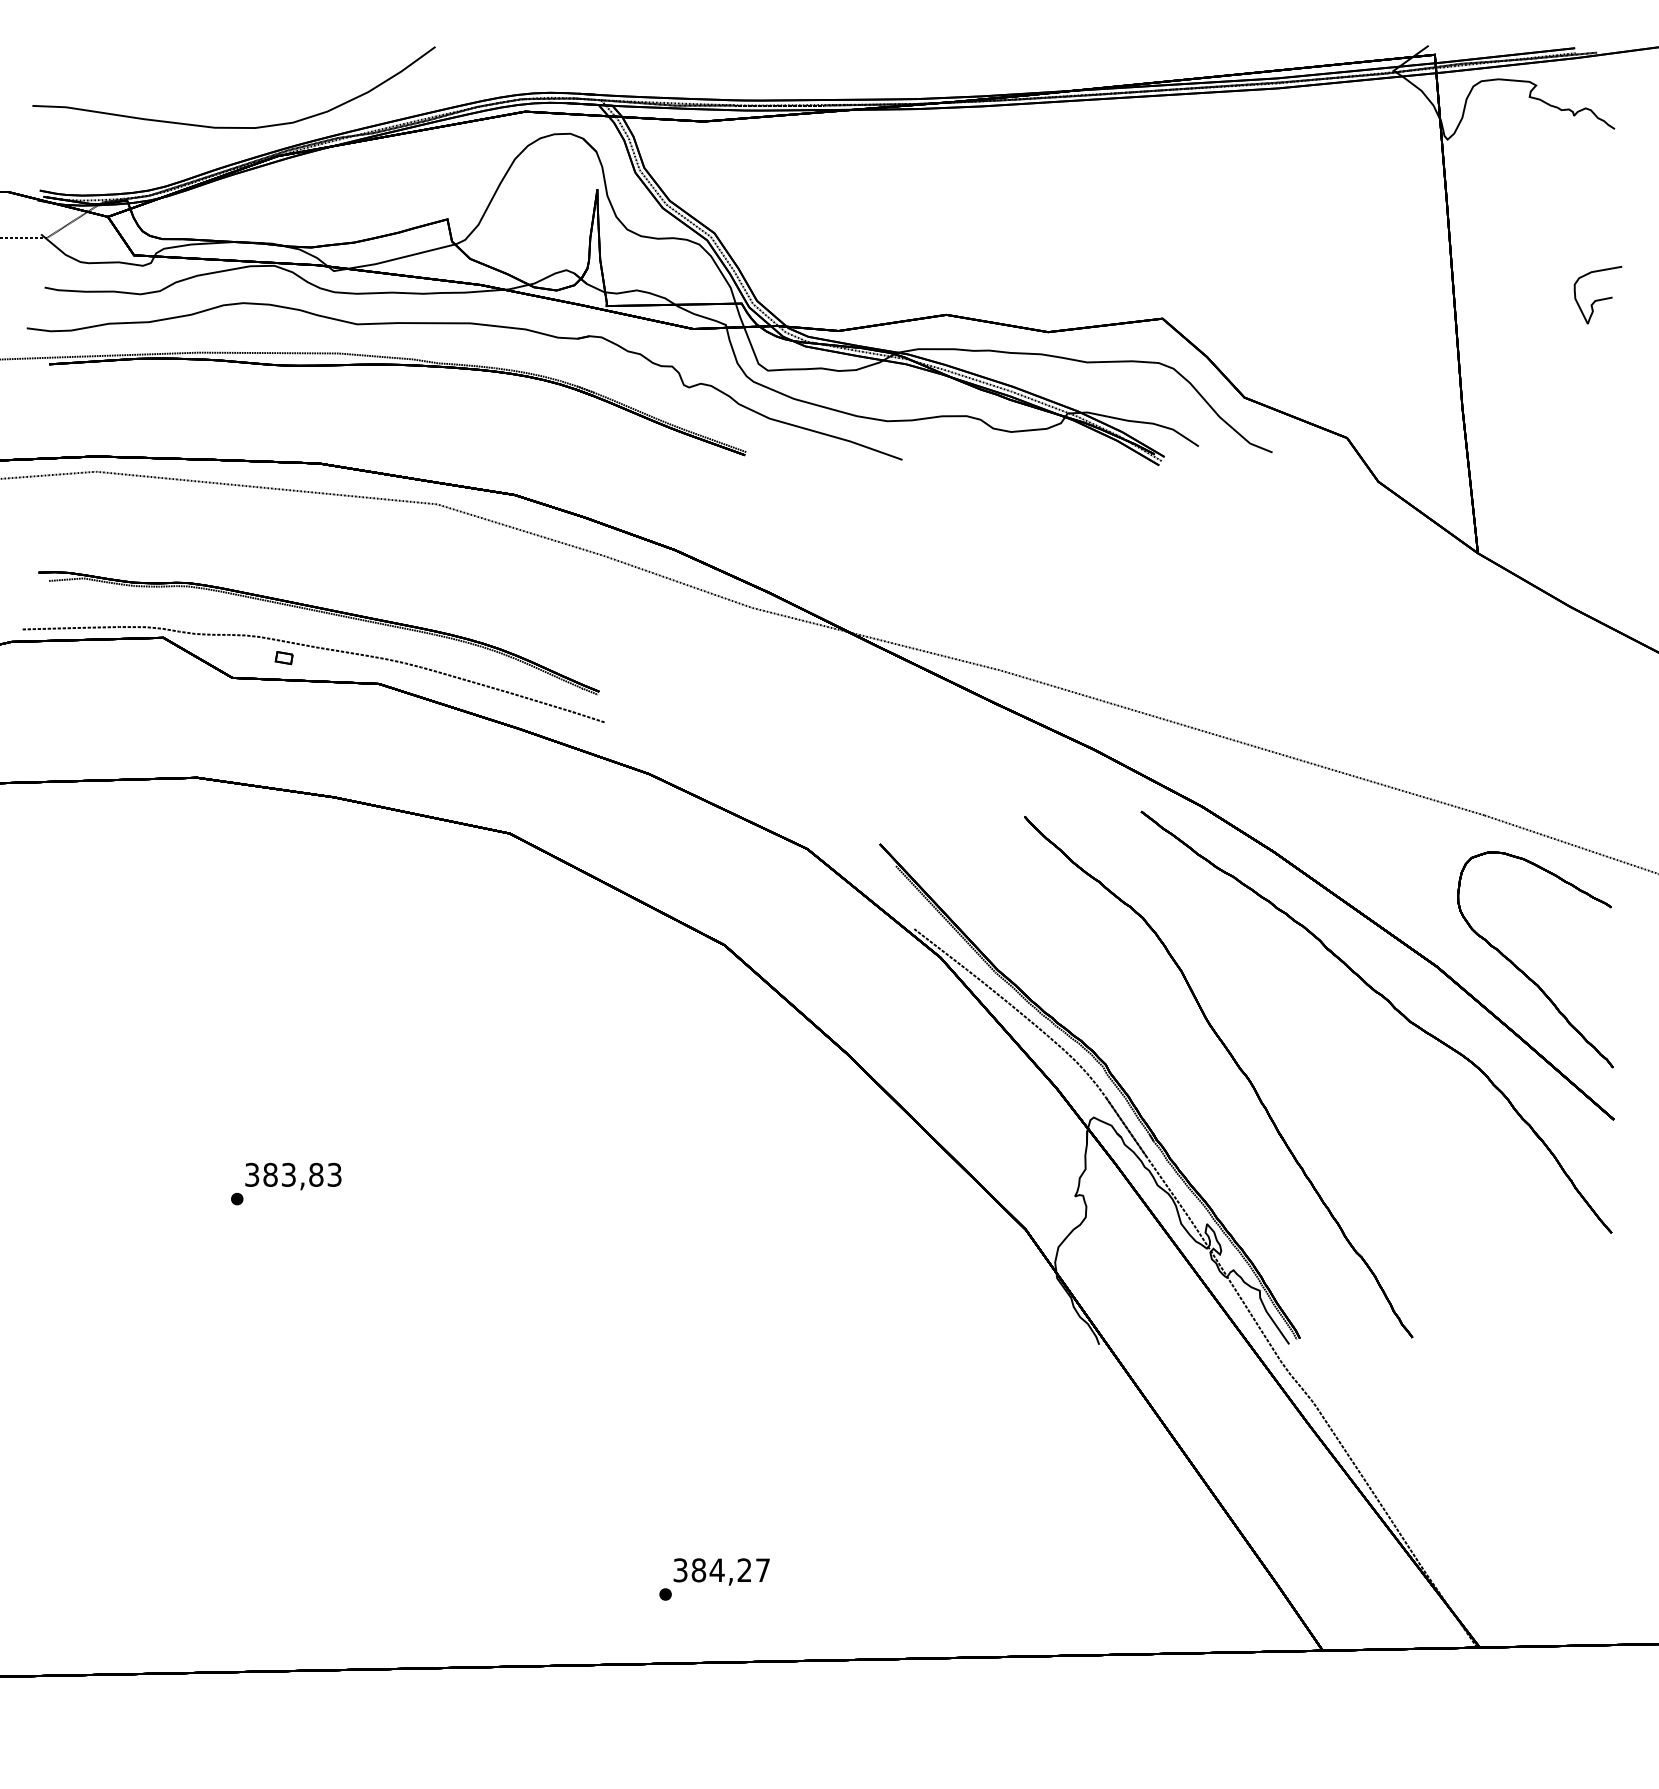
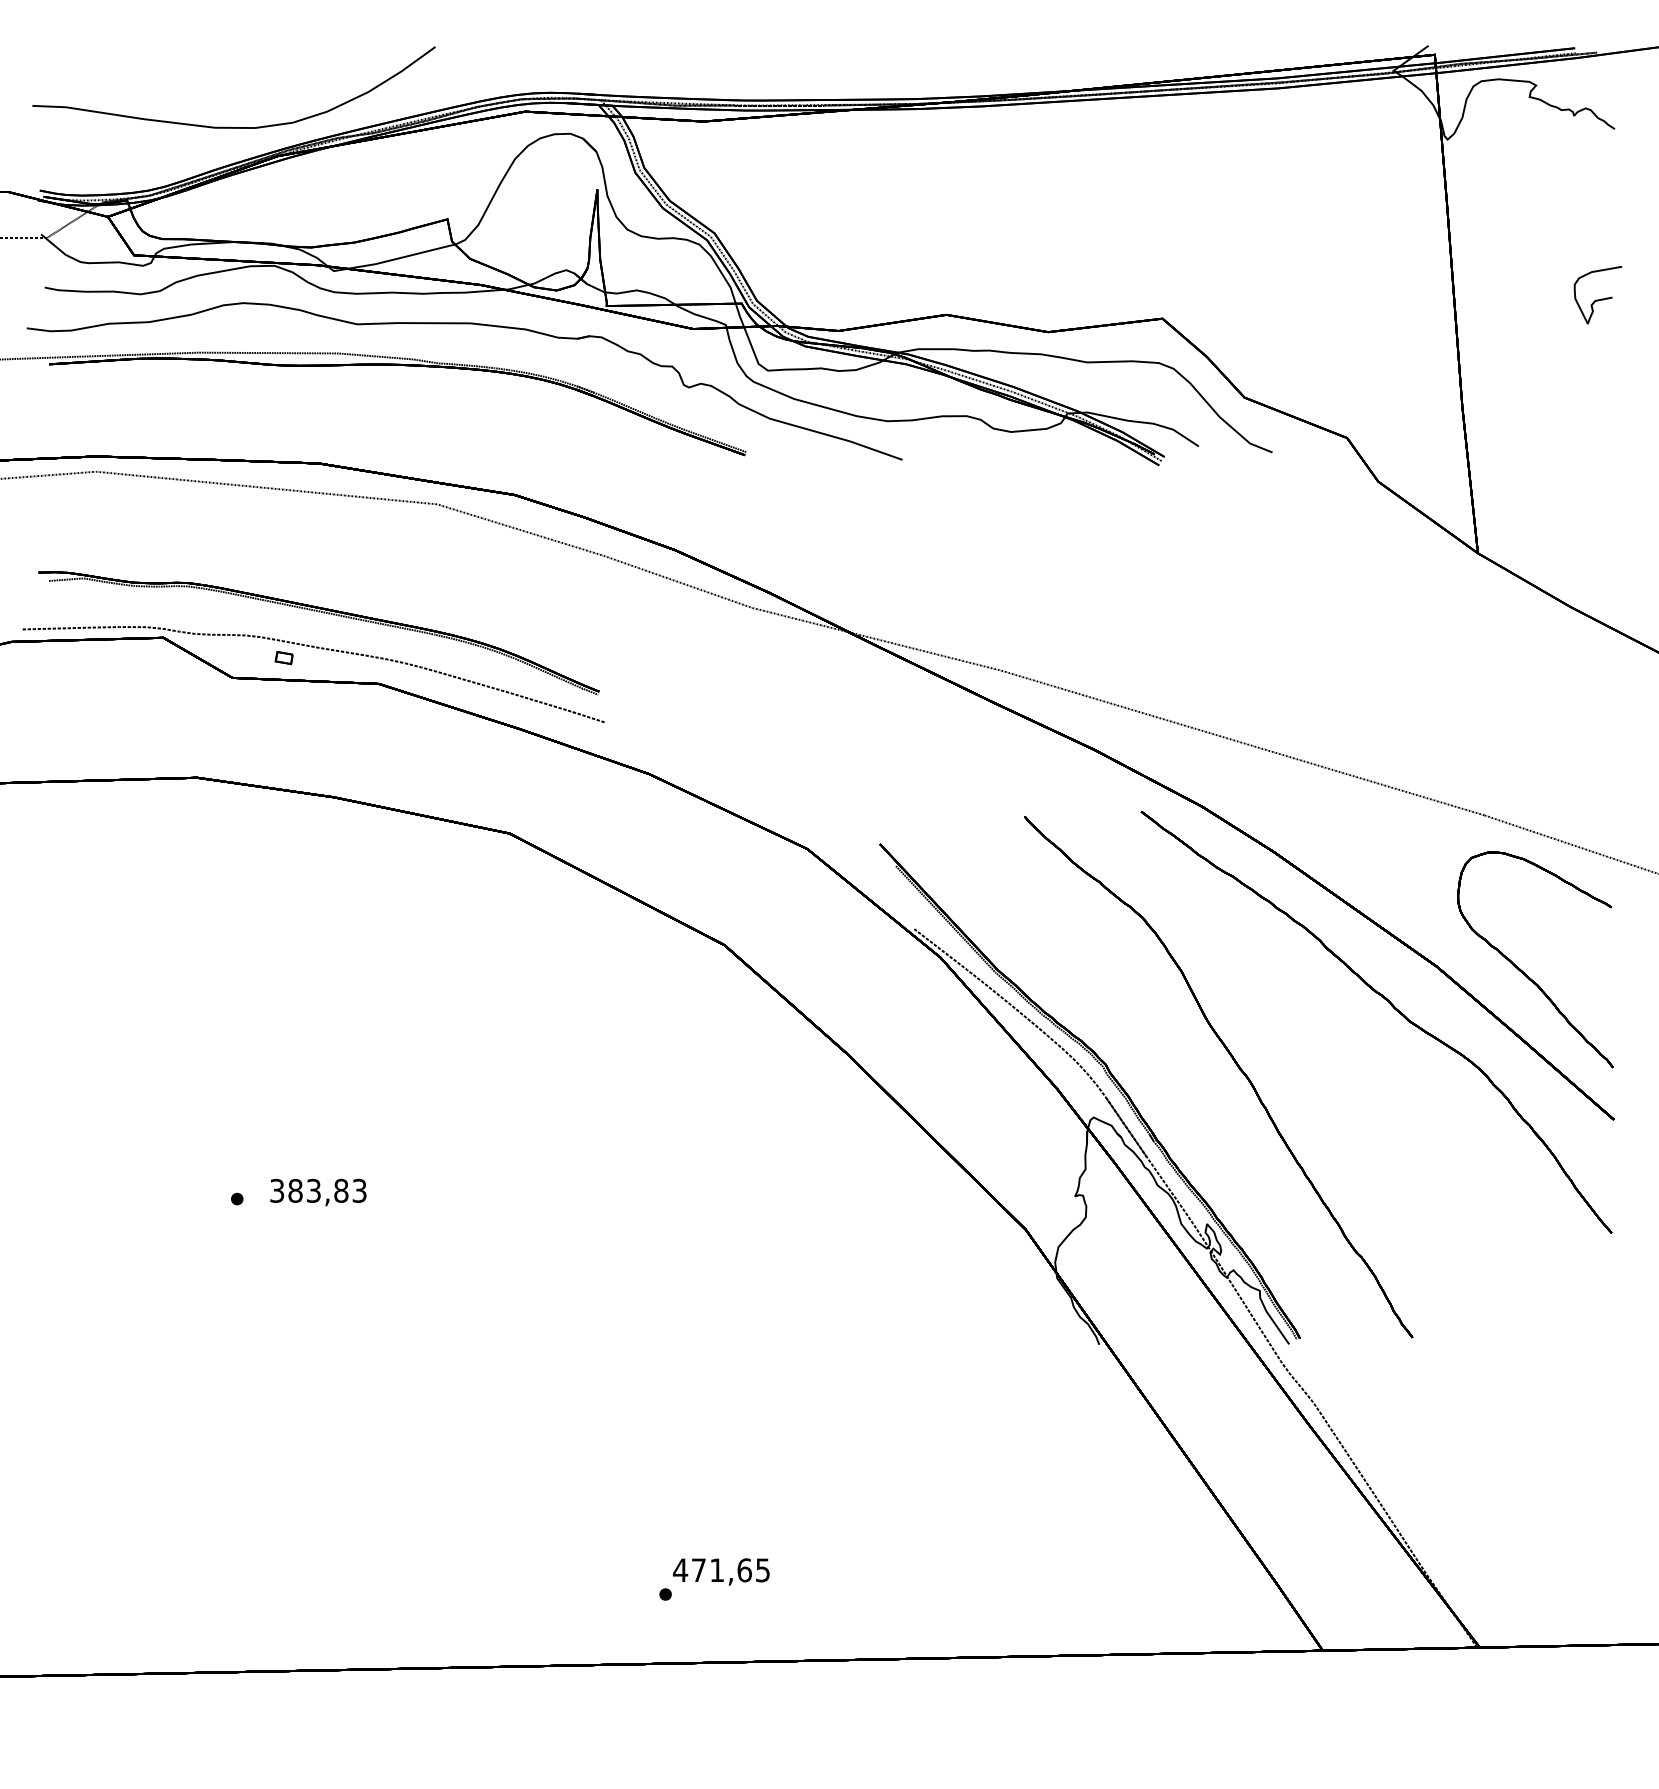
text at (293, 1176) position: (293, 1176) -> (318, 1192)
text at (720, 1570): 384,27 -> 471,65
